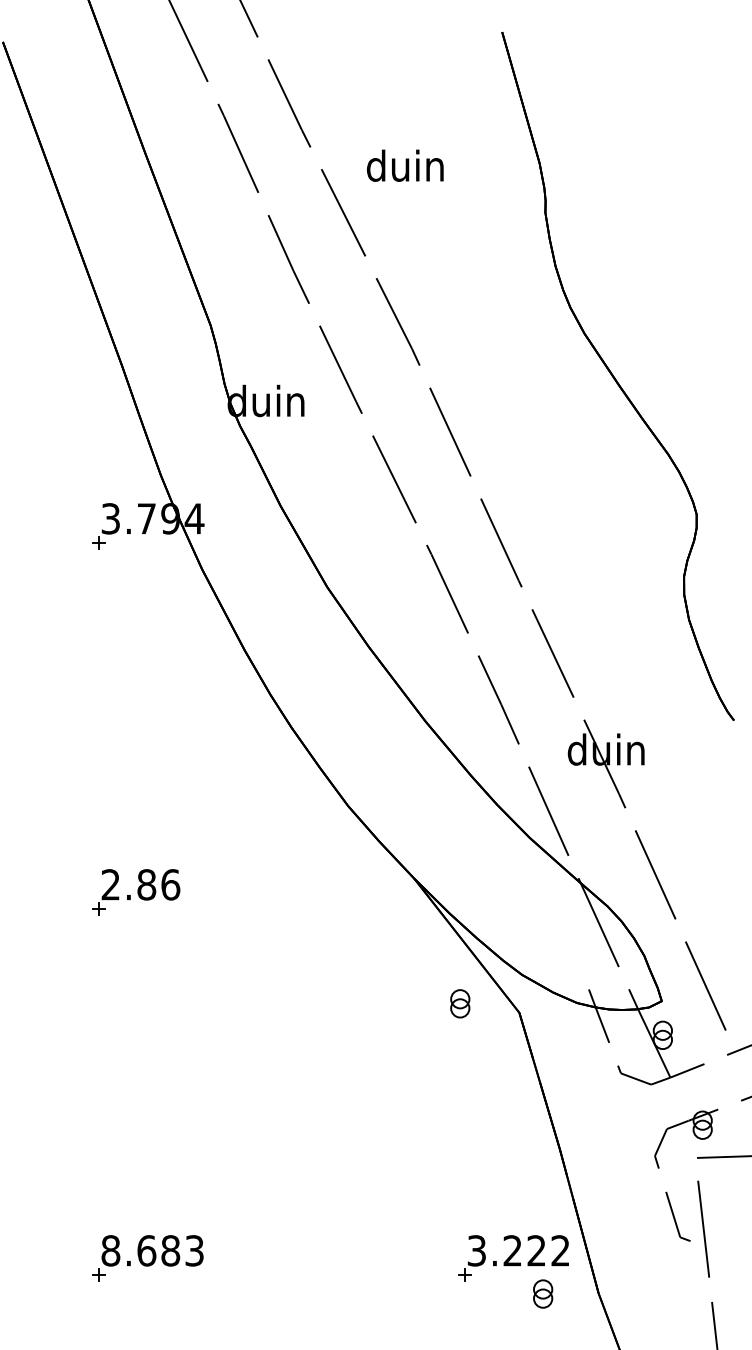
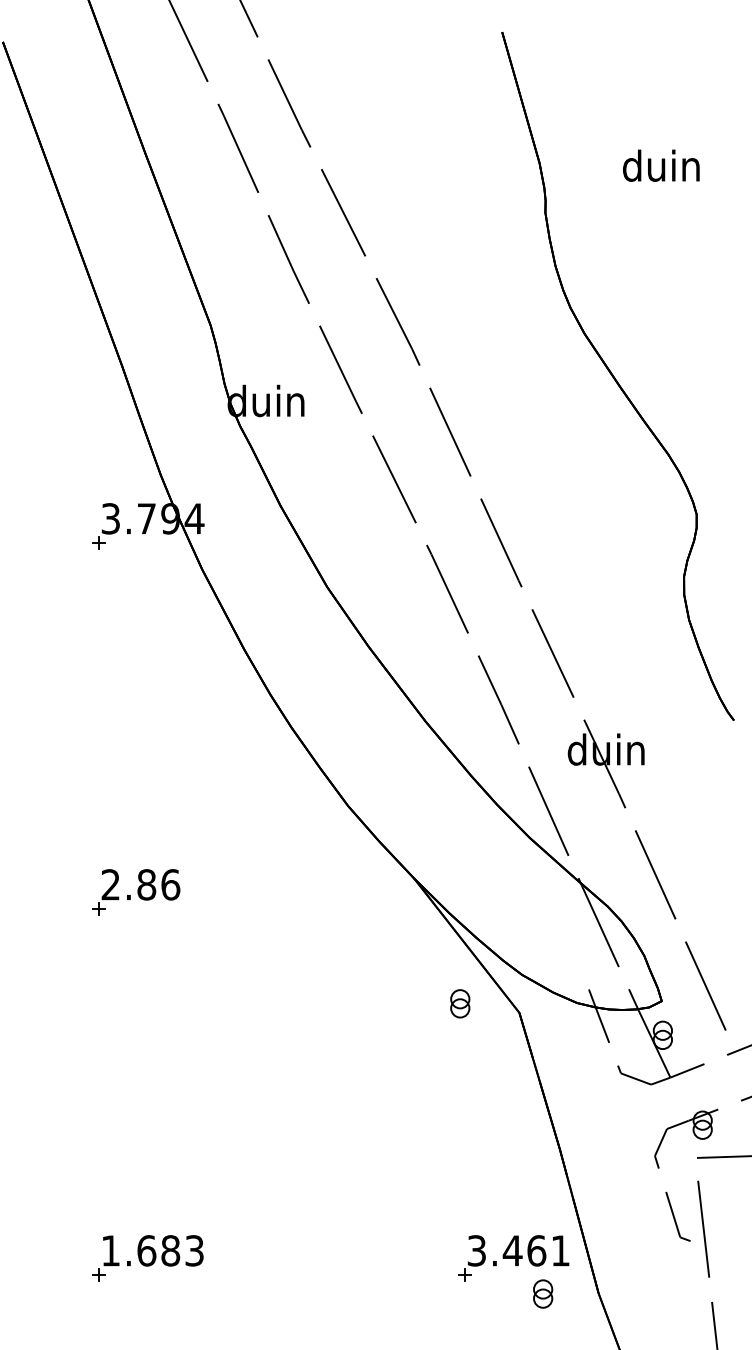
text at (405, 165) position: (405, 165) -> (661, 165)
text at (110, 1250): 8.683 -> 1.683
text at (535, 1250): 3.222 -> 3.461
